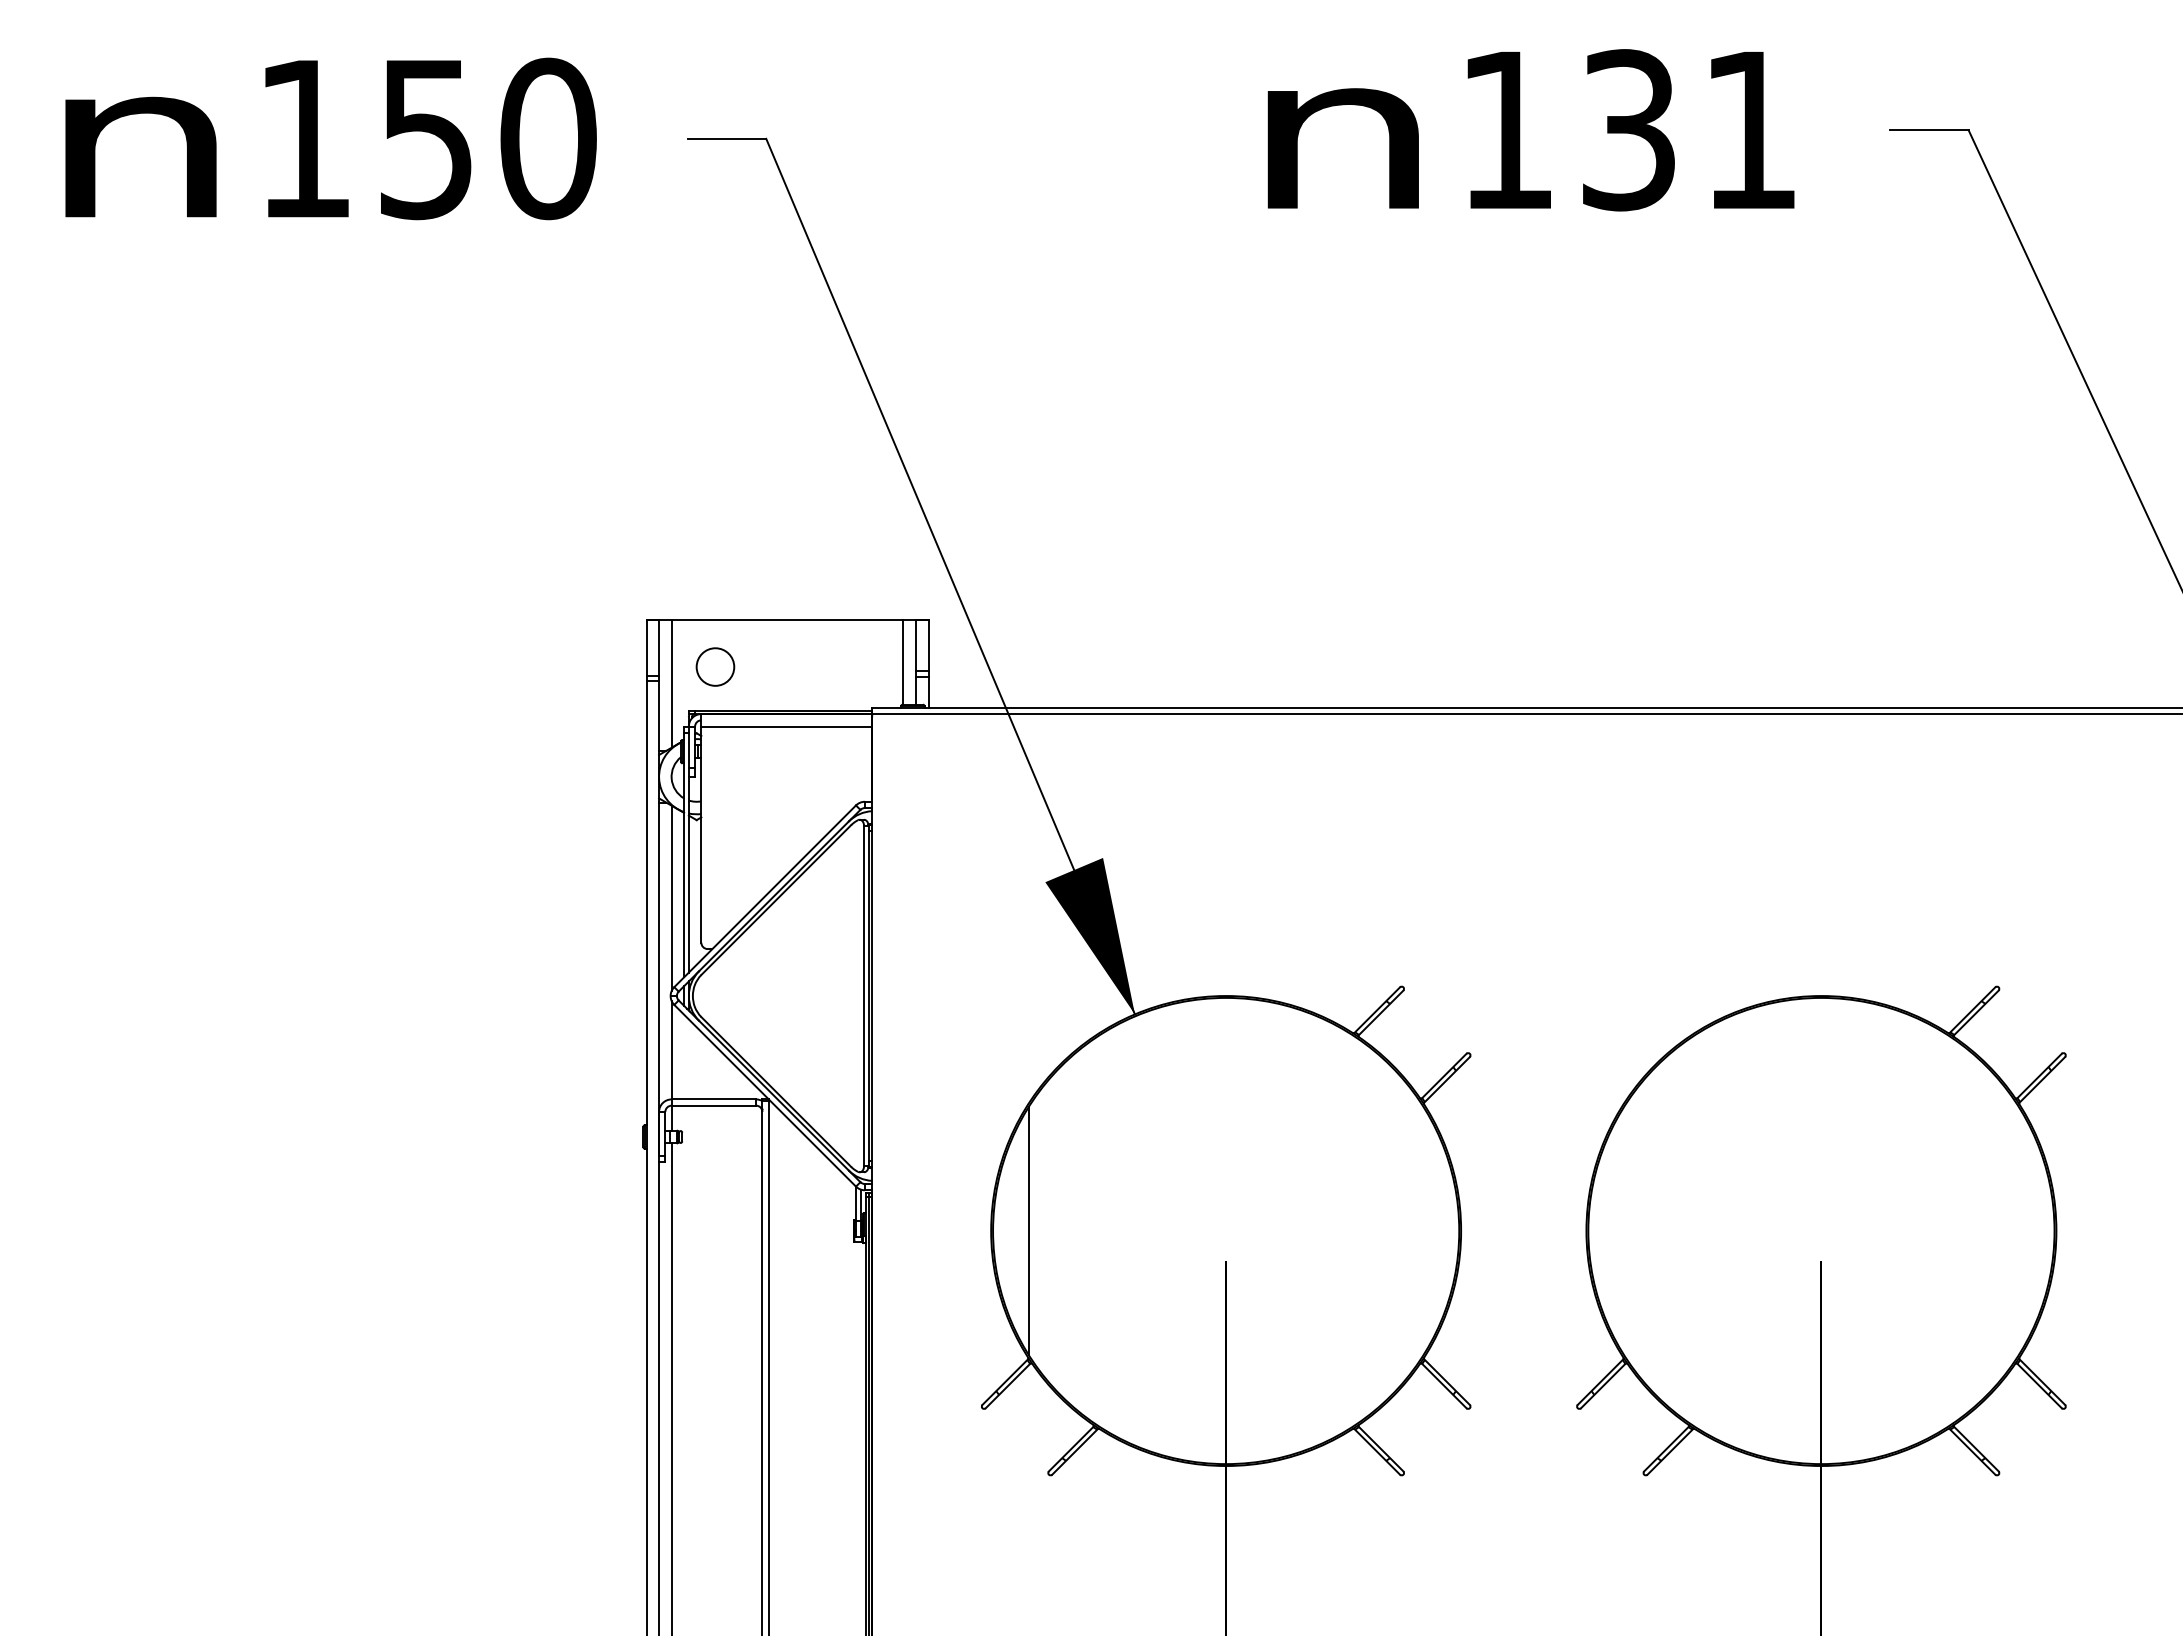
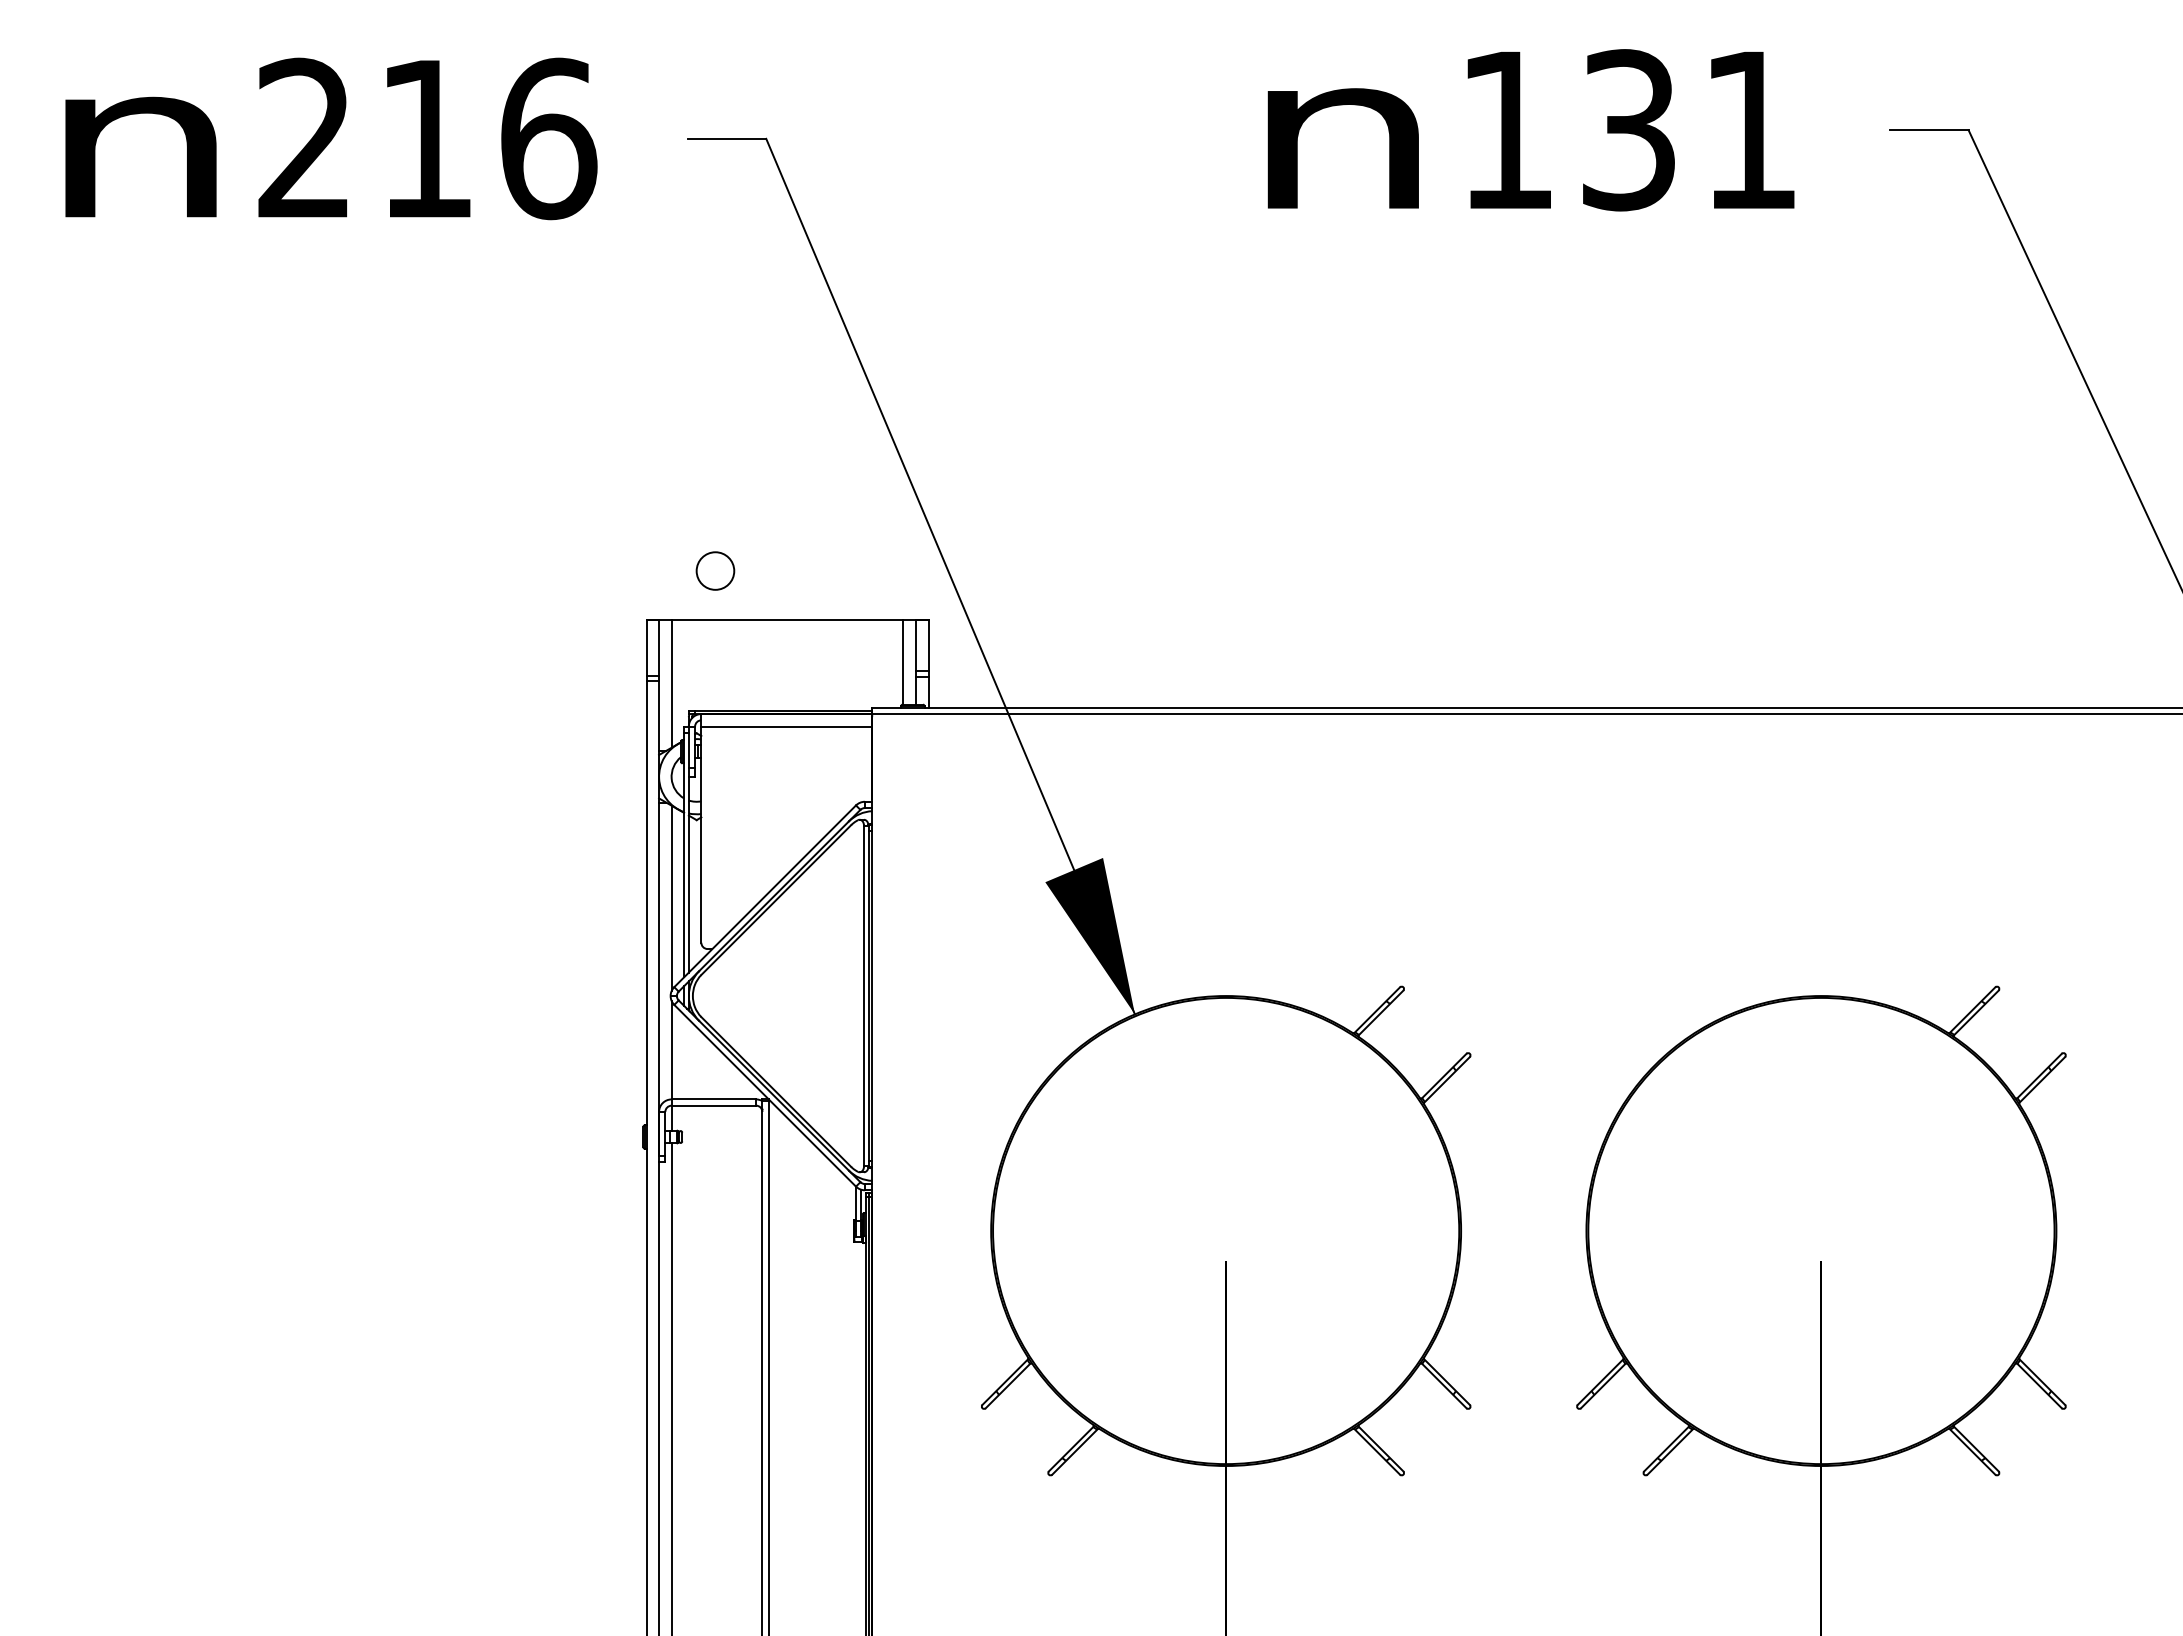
text at (427, 138): 150 -> 216
circle at (715, 666) position: (715, 666) -> (715, 570)
line at (1028, 1230): present -> none
